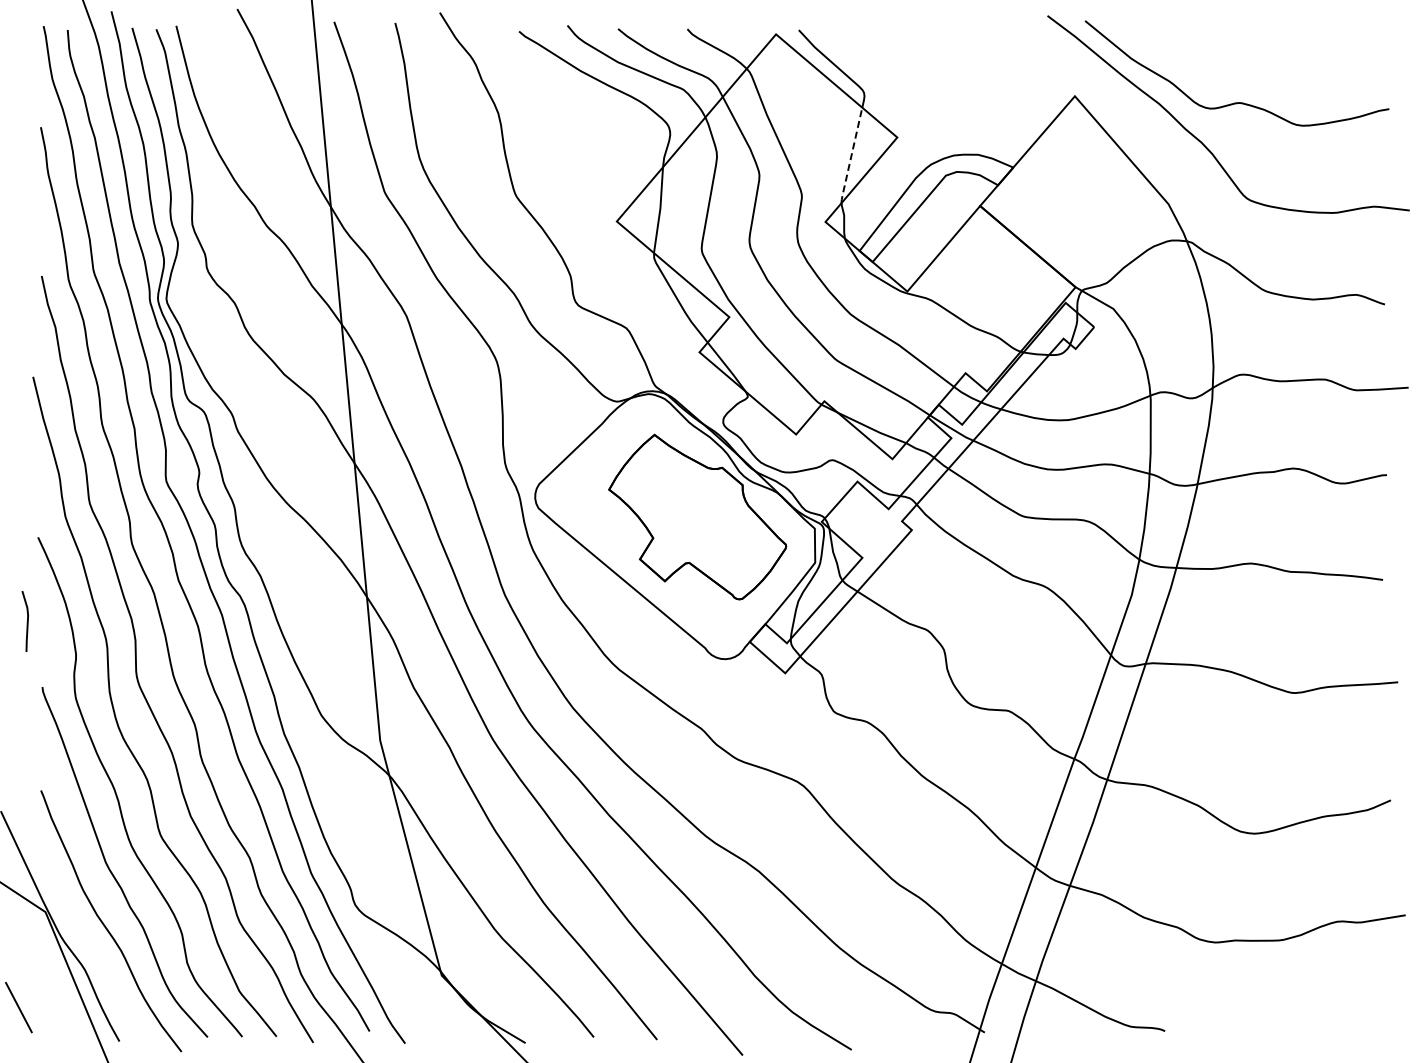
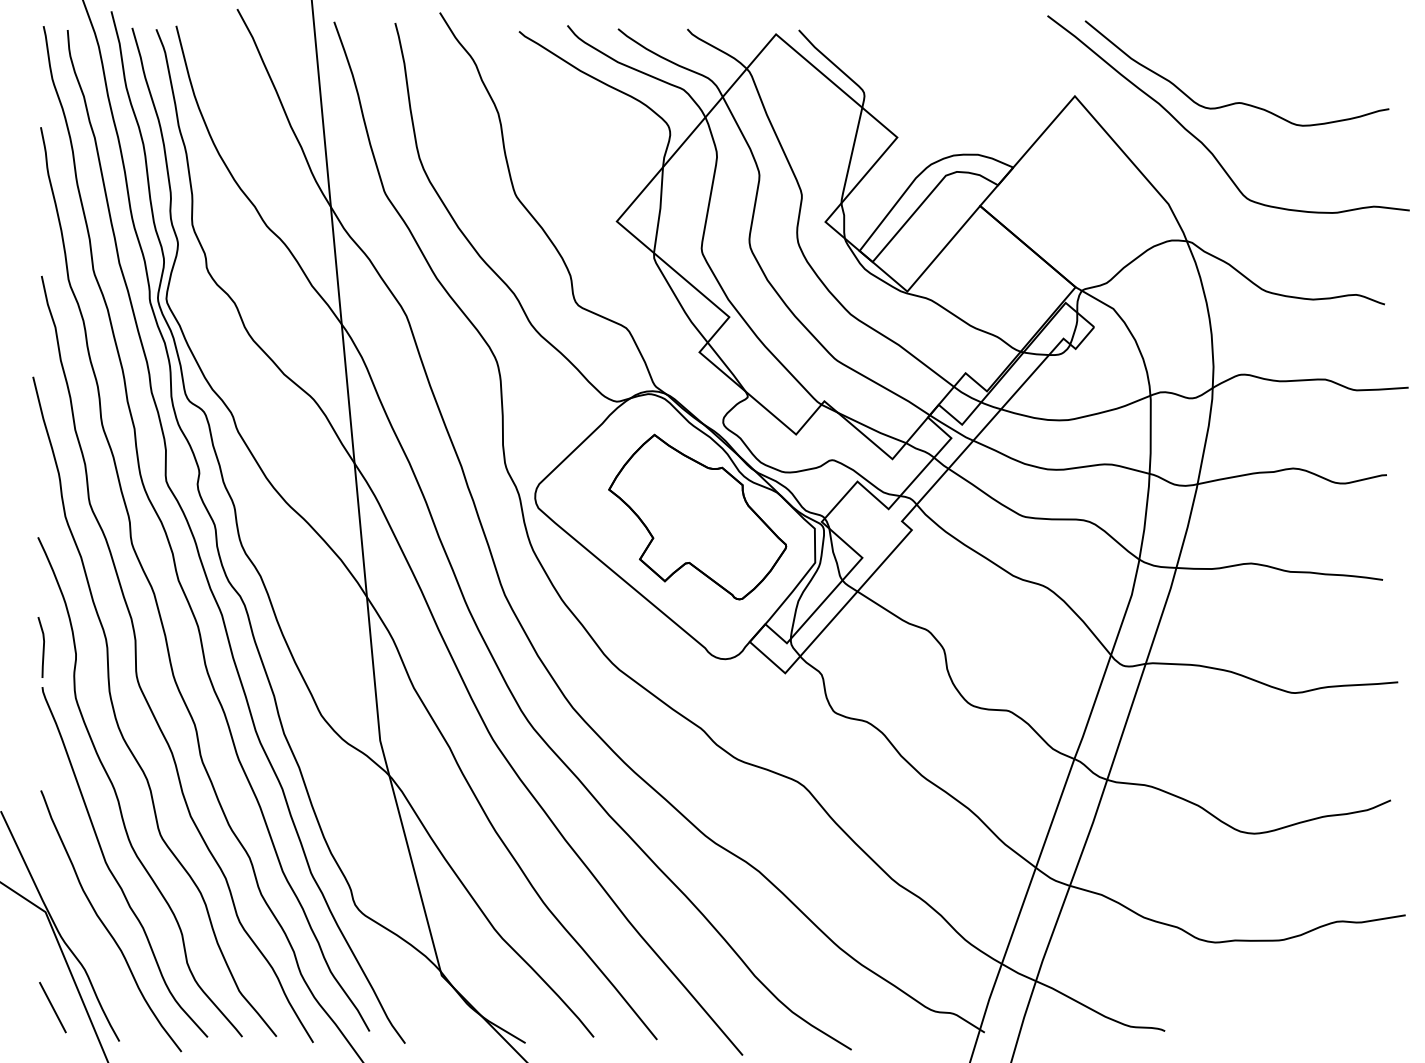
line at (851, 156): dashed -> solid
line at (26, 621) position: (26, 621) -> (42, 647)
line at (18, 1007) position: (18, 1007) -> (52, 1007)
